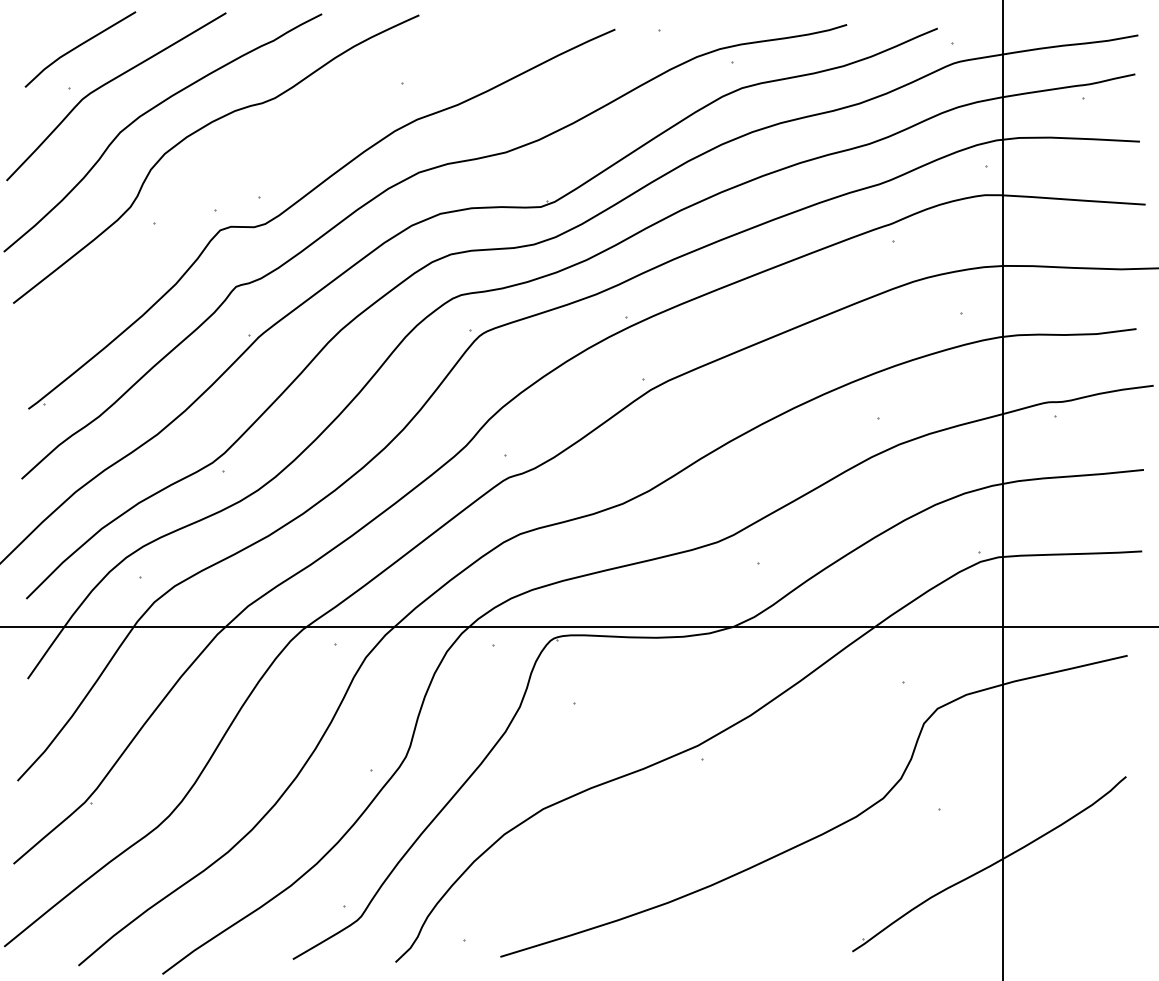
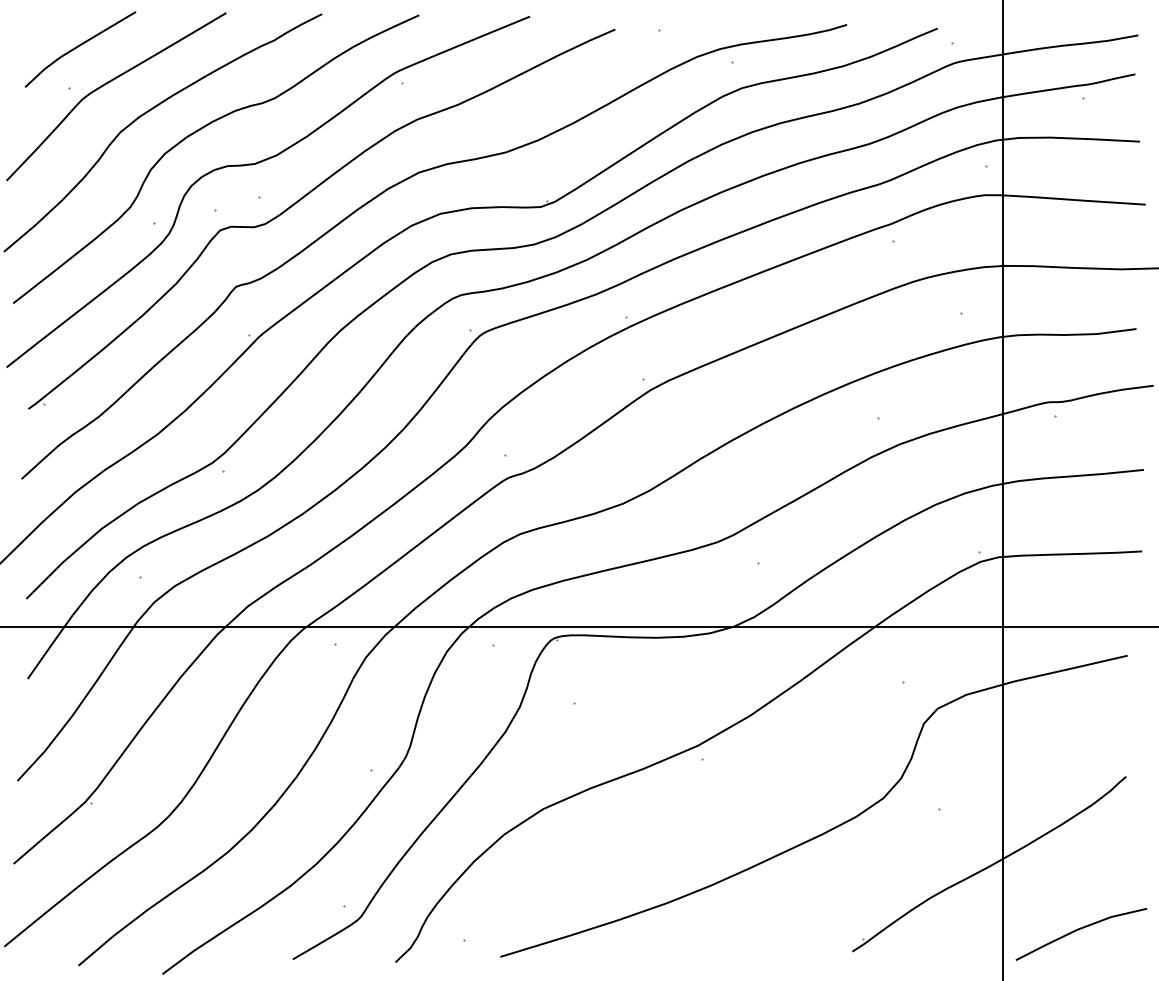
curve at (259, 163): none -> present
line at (1081, 929): none -> present
